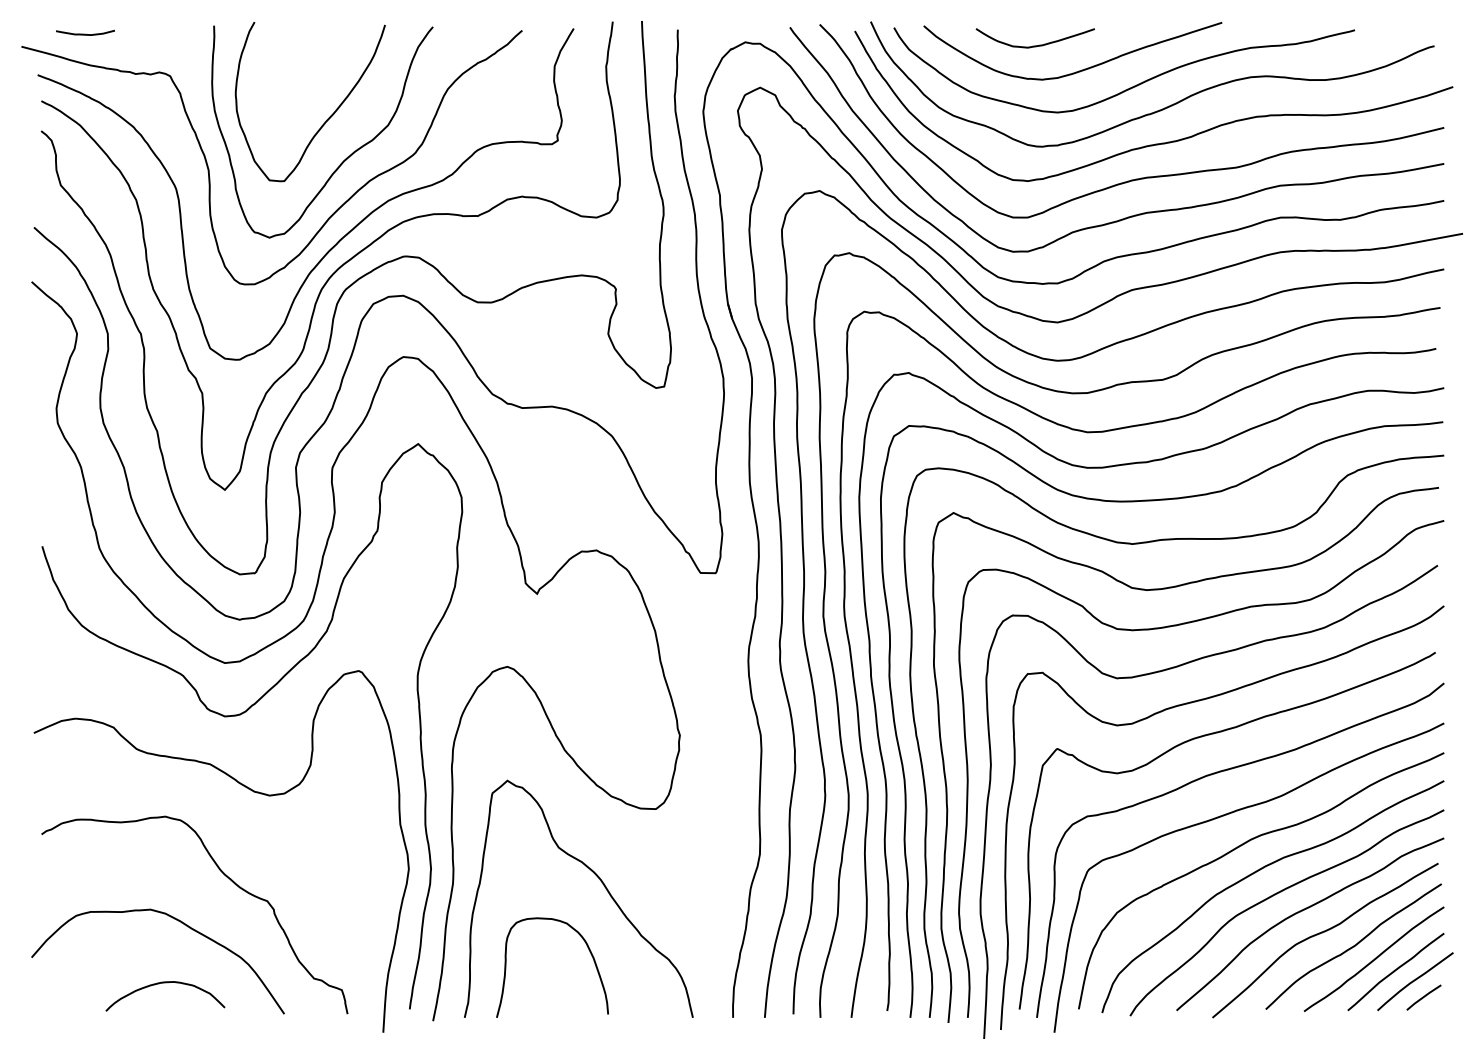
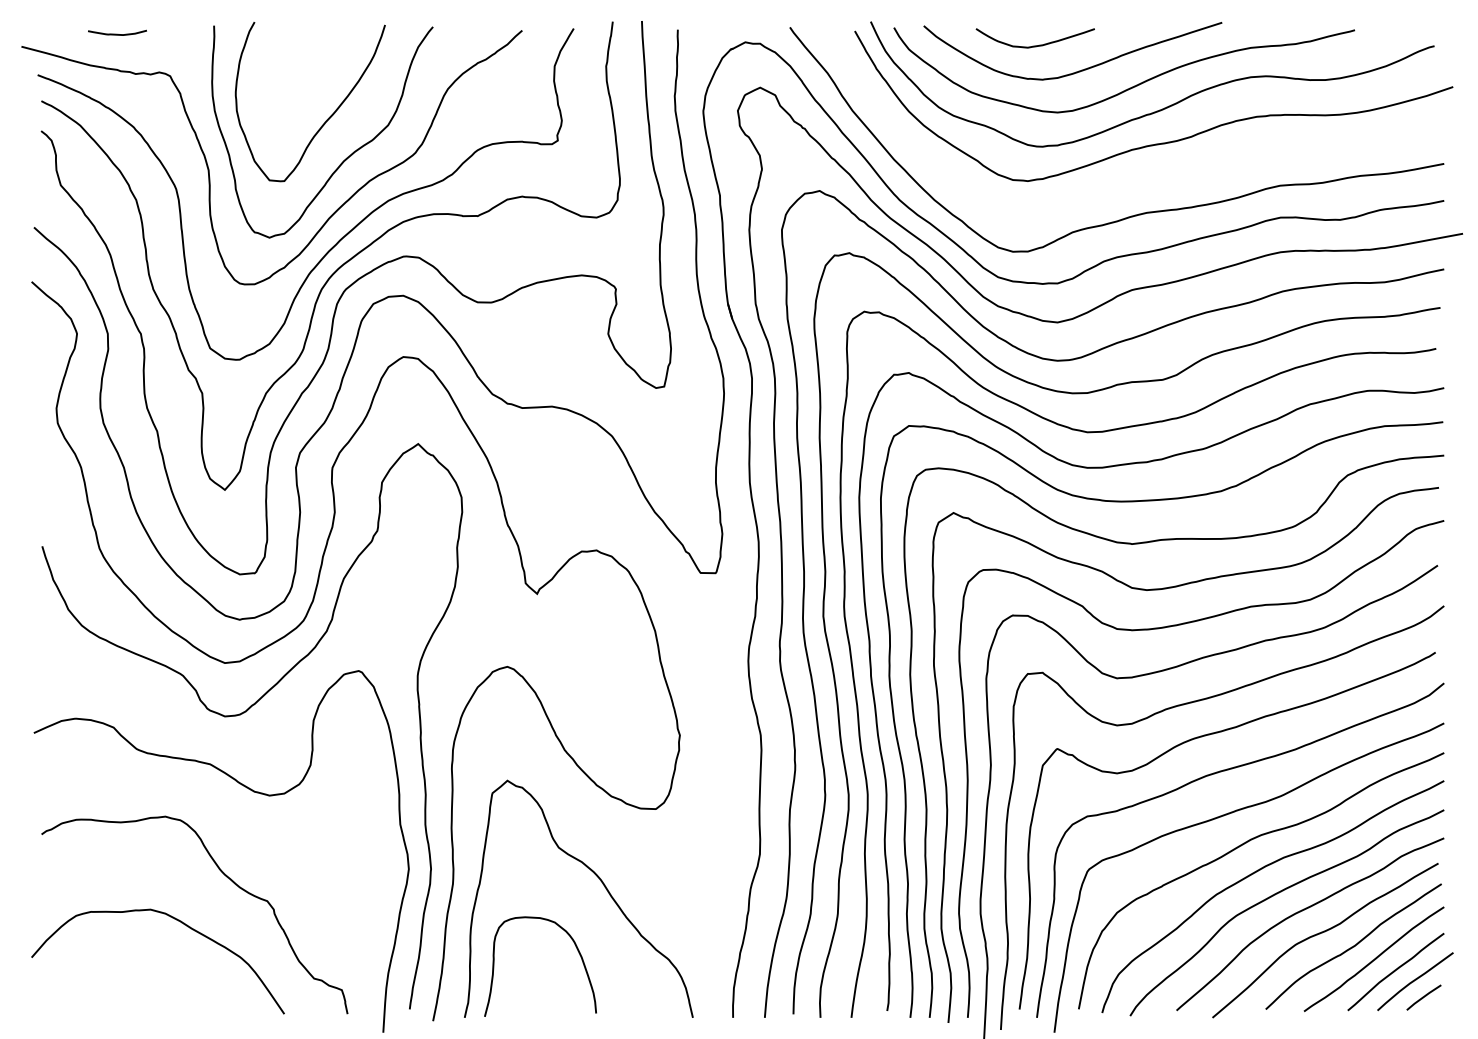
curve at (85, 33) position: (85, 33) -> (117, 33)
curve at (1141, 177): present -> none
curve at (588, 950) position: (588, 950) -> (576, 949)
curve at (165, 983): present -> none
